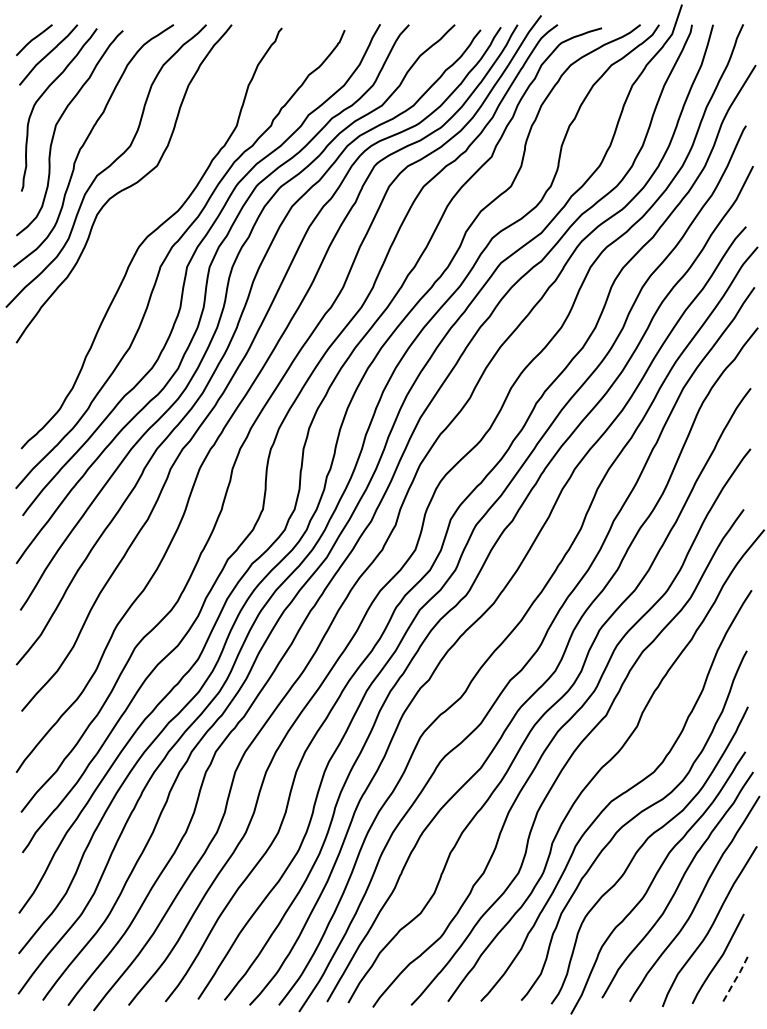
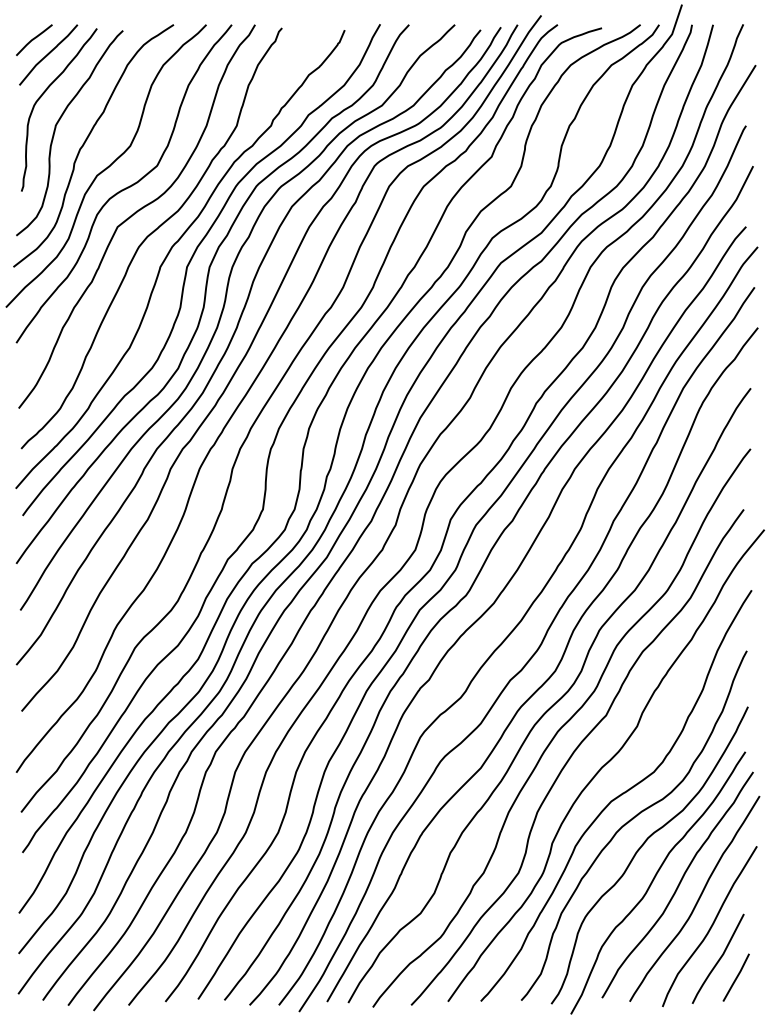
curve at (135, 214): none -> present
line at (736, 977): dashed -> solid
